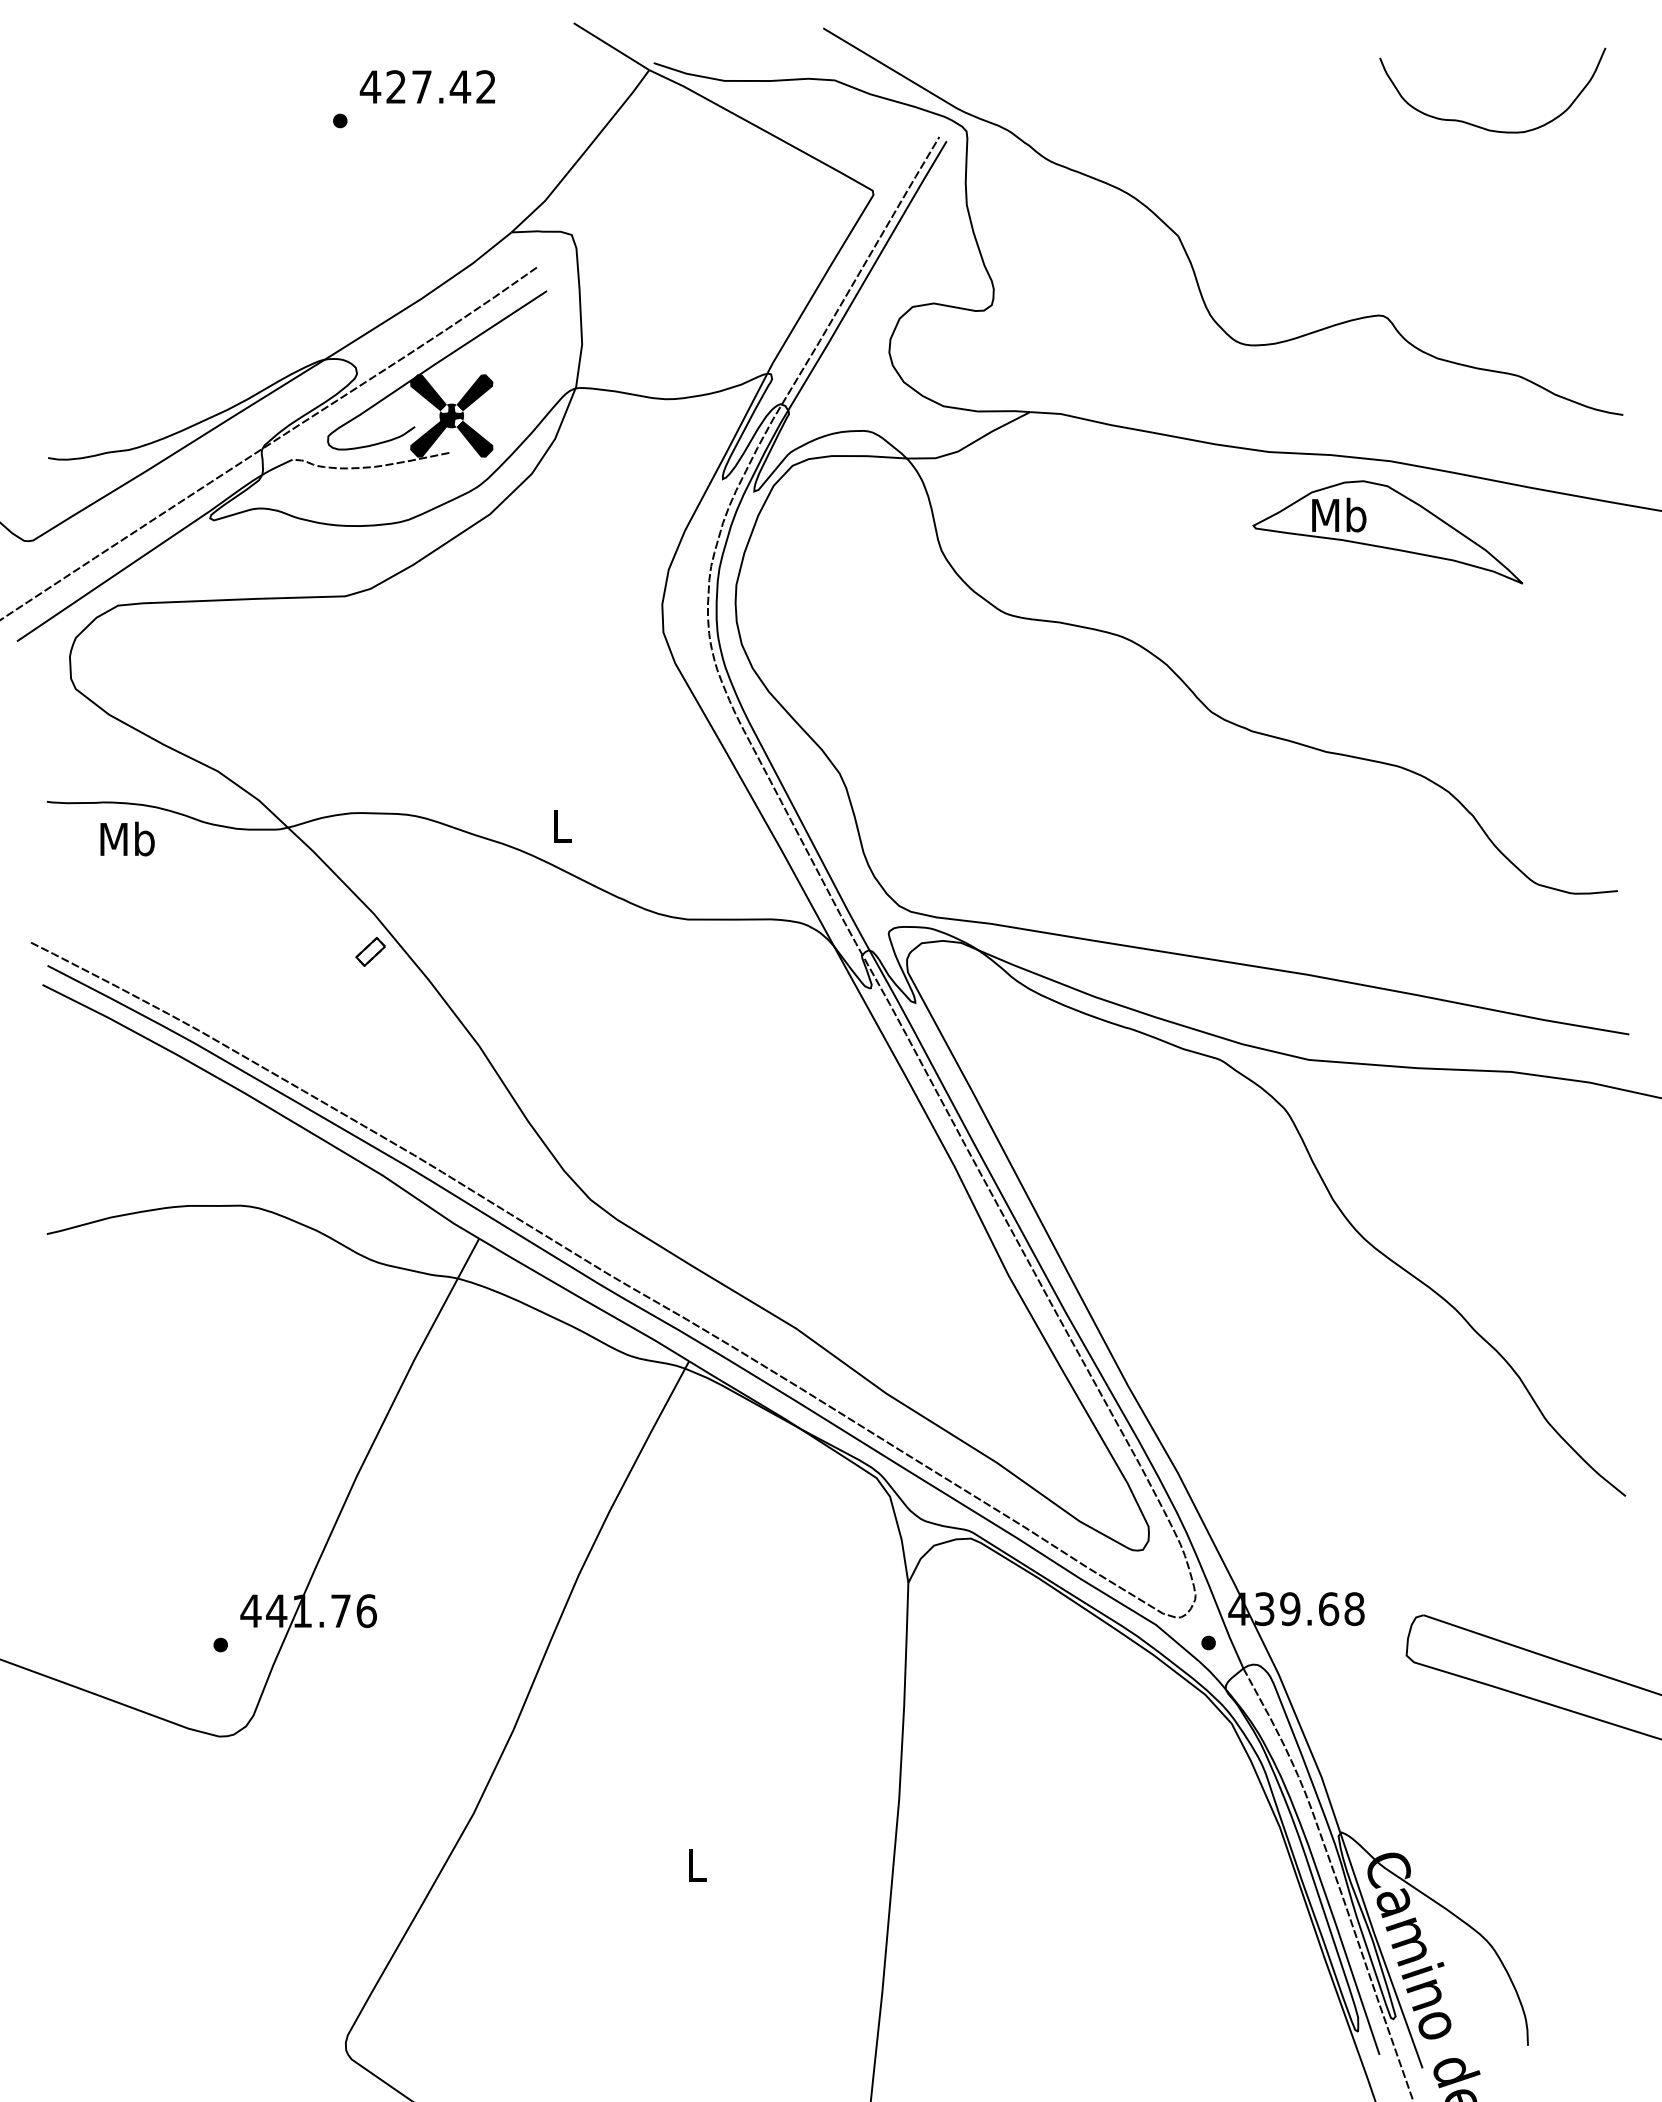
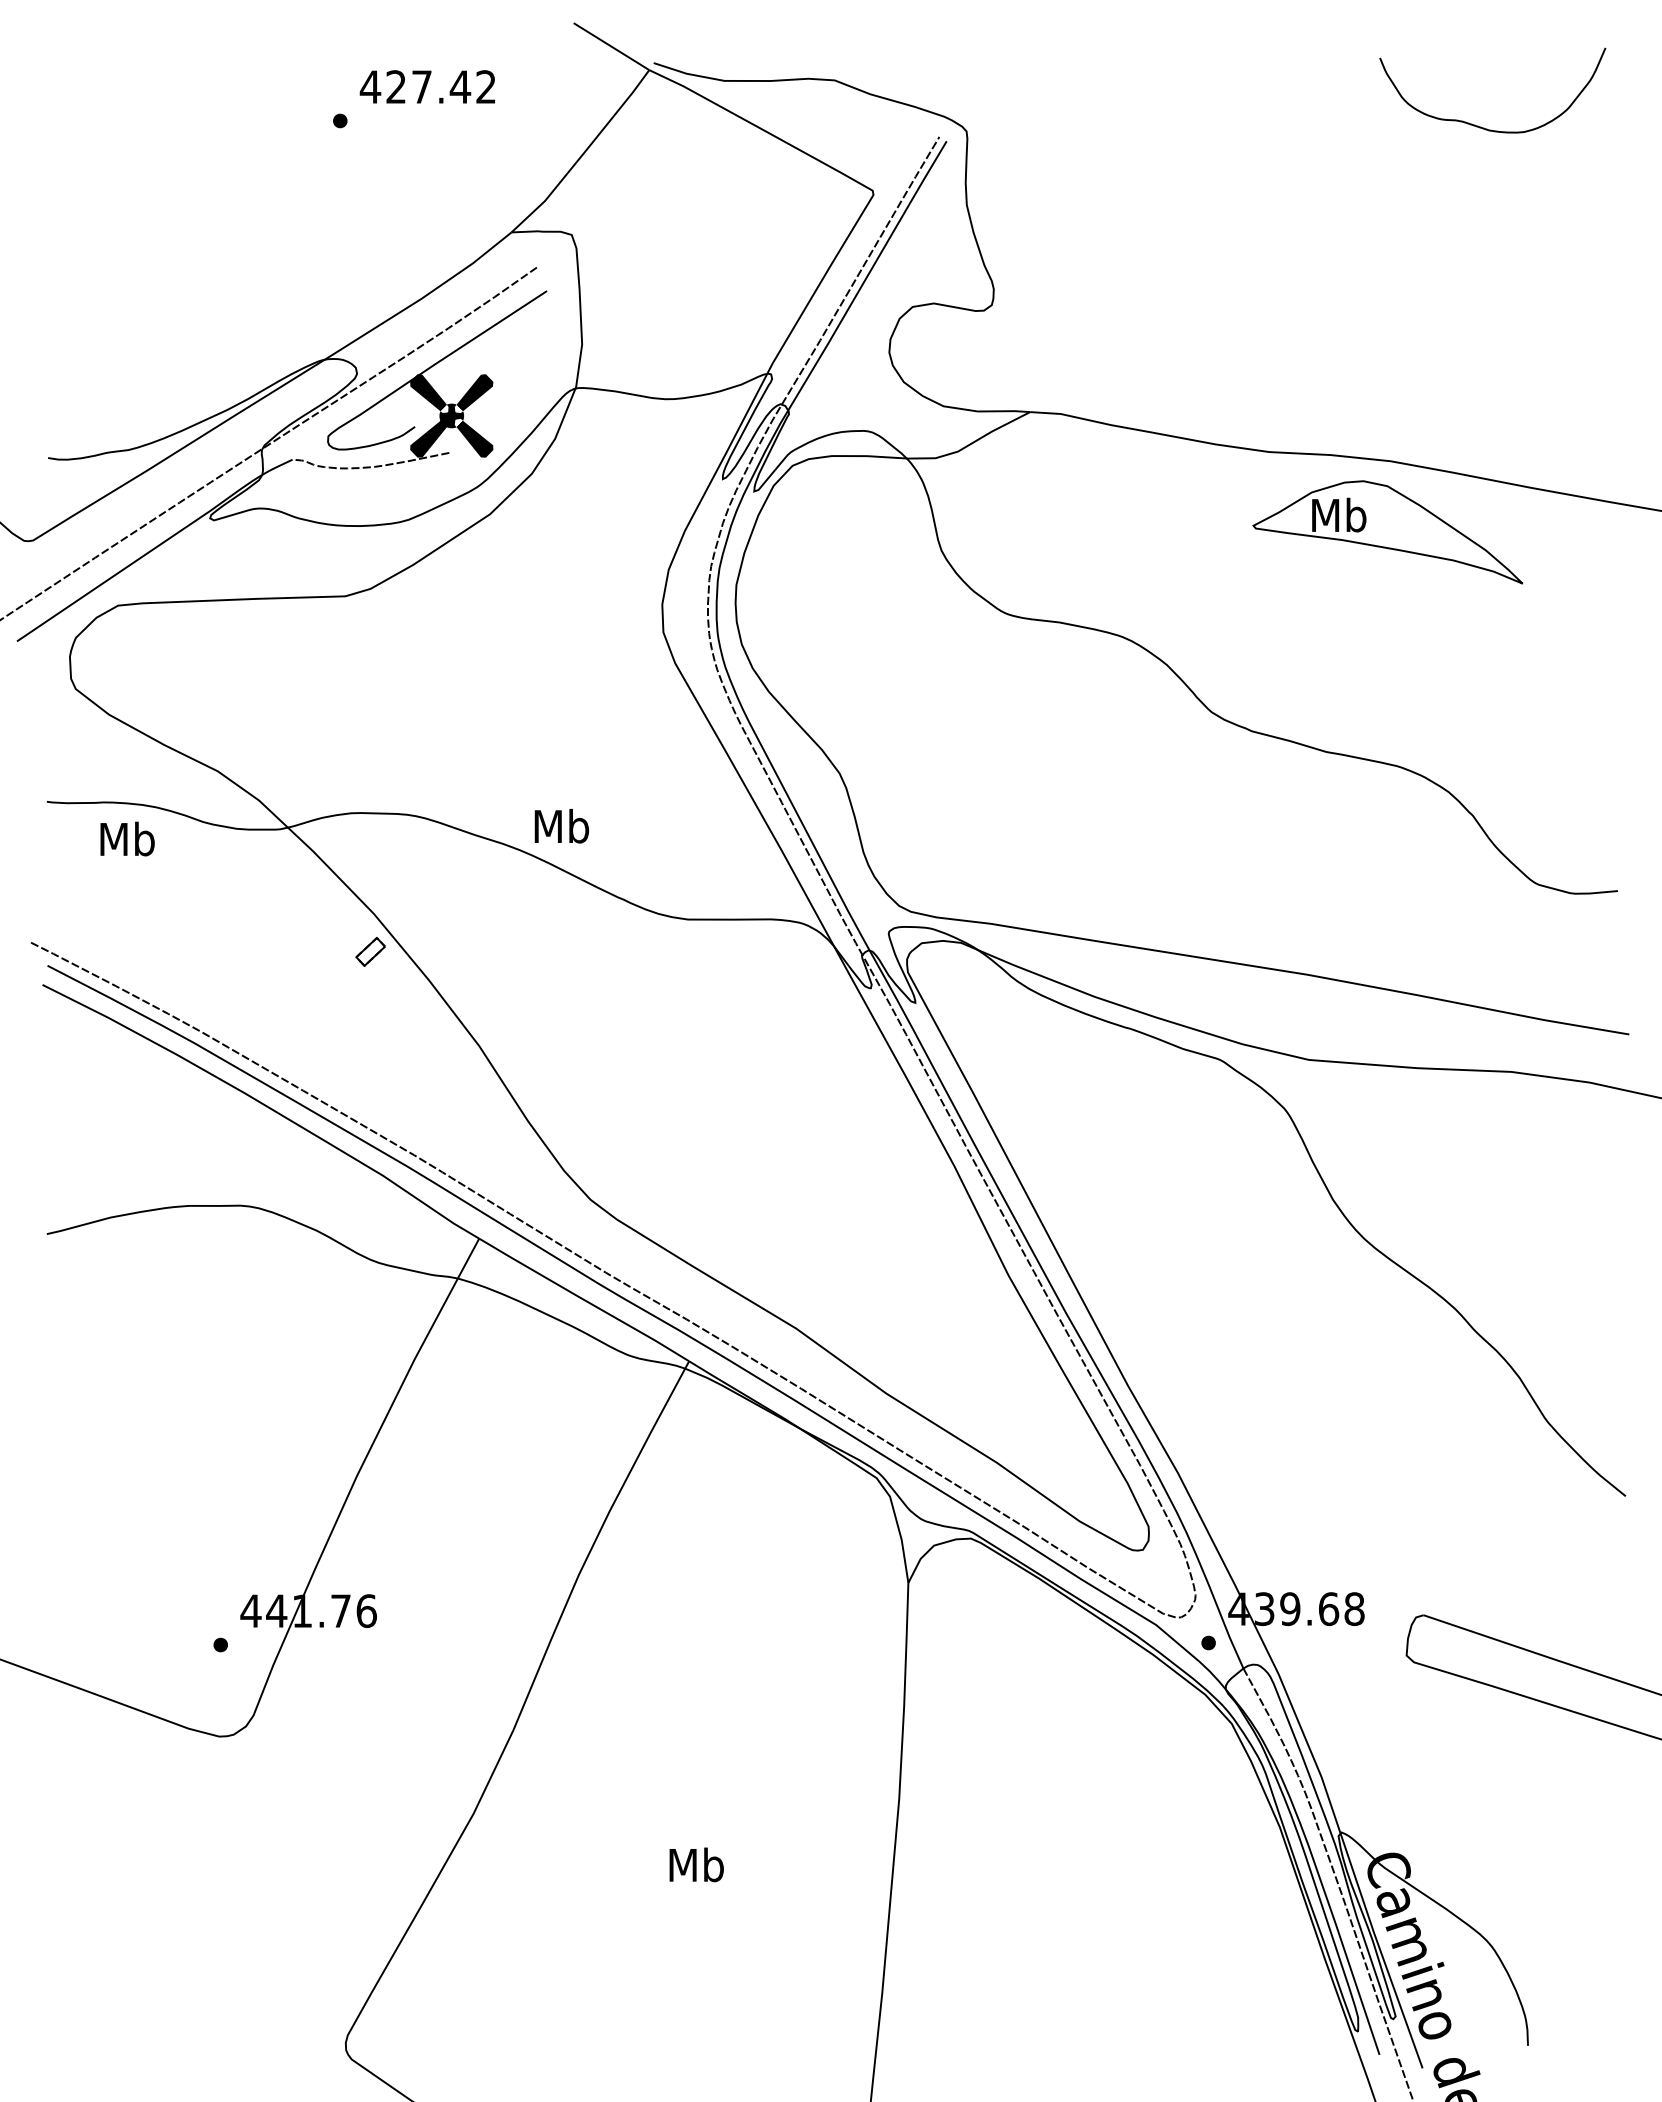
part at (1182, 242): present -> none
text at (561, 825): L -> Mb
text at (696, 1864): L -> Mb
